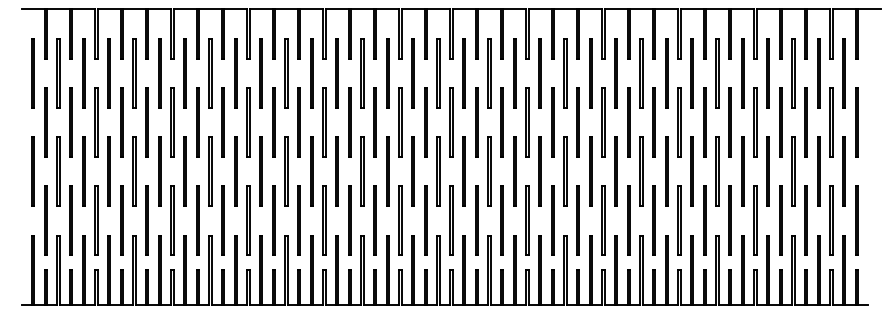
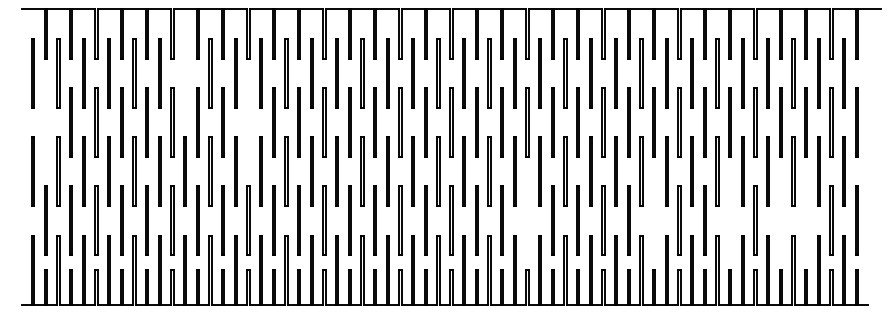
line at (184, 73): present -> none
line at (45, 122): present -> none
line at (247, 122): present -> none
line at (526, 220): present -> none
line at (653, 220): present -> none
line at (729, 220): present -> none
line at (780, 220): present -> none
line at (805, 220): present -> none
